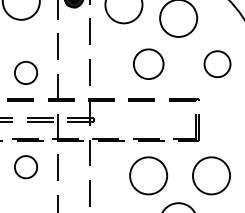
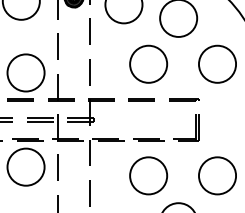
circle at (148, 63) size: 32x32 px -> 40x40 px
circle at (217, 64) size: 29x29 px -> 39x40 px
circle at (25, 72) diameter: 22 px -> 37 px
circle at (25, 167) diameter: 22 px -> 37 px
circle at (211, 175) position: (211, 175) -> (217, 175)
